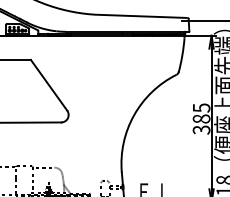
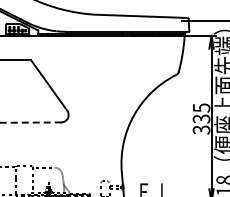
text at (201, 118): 385 -> 335
line at (30, 122): solid -> dashed
